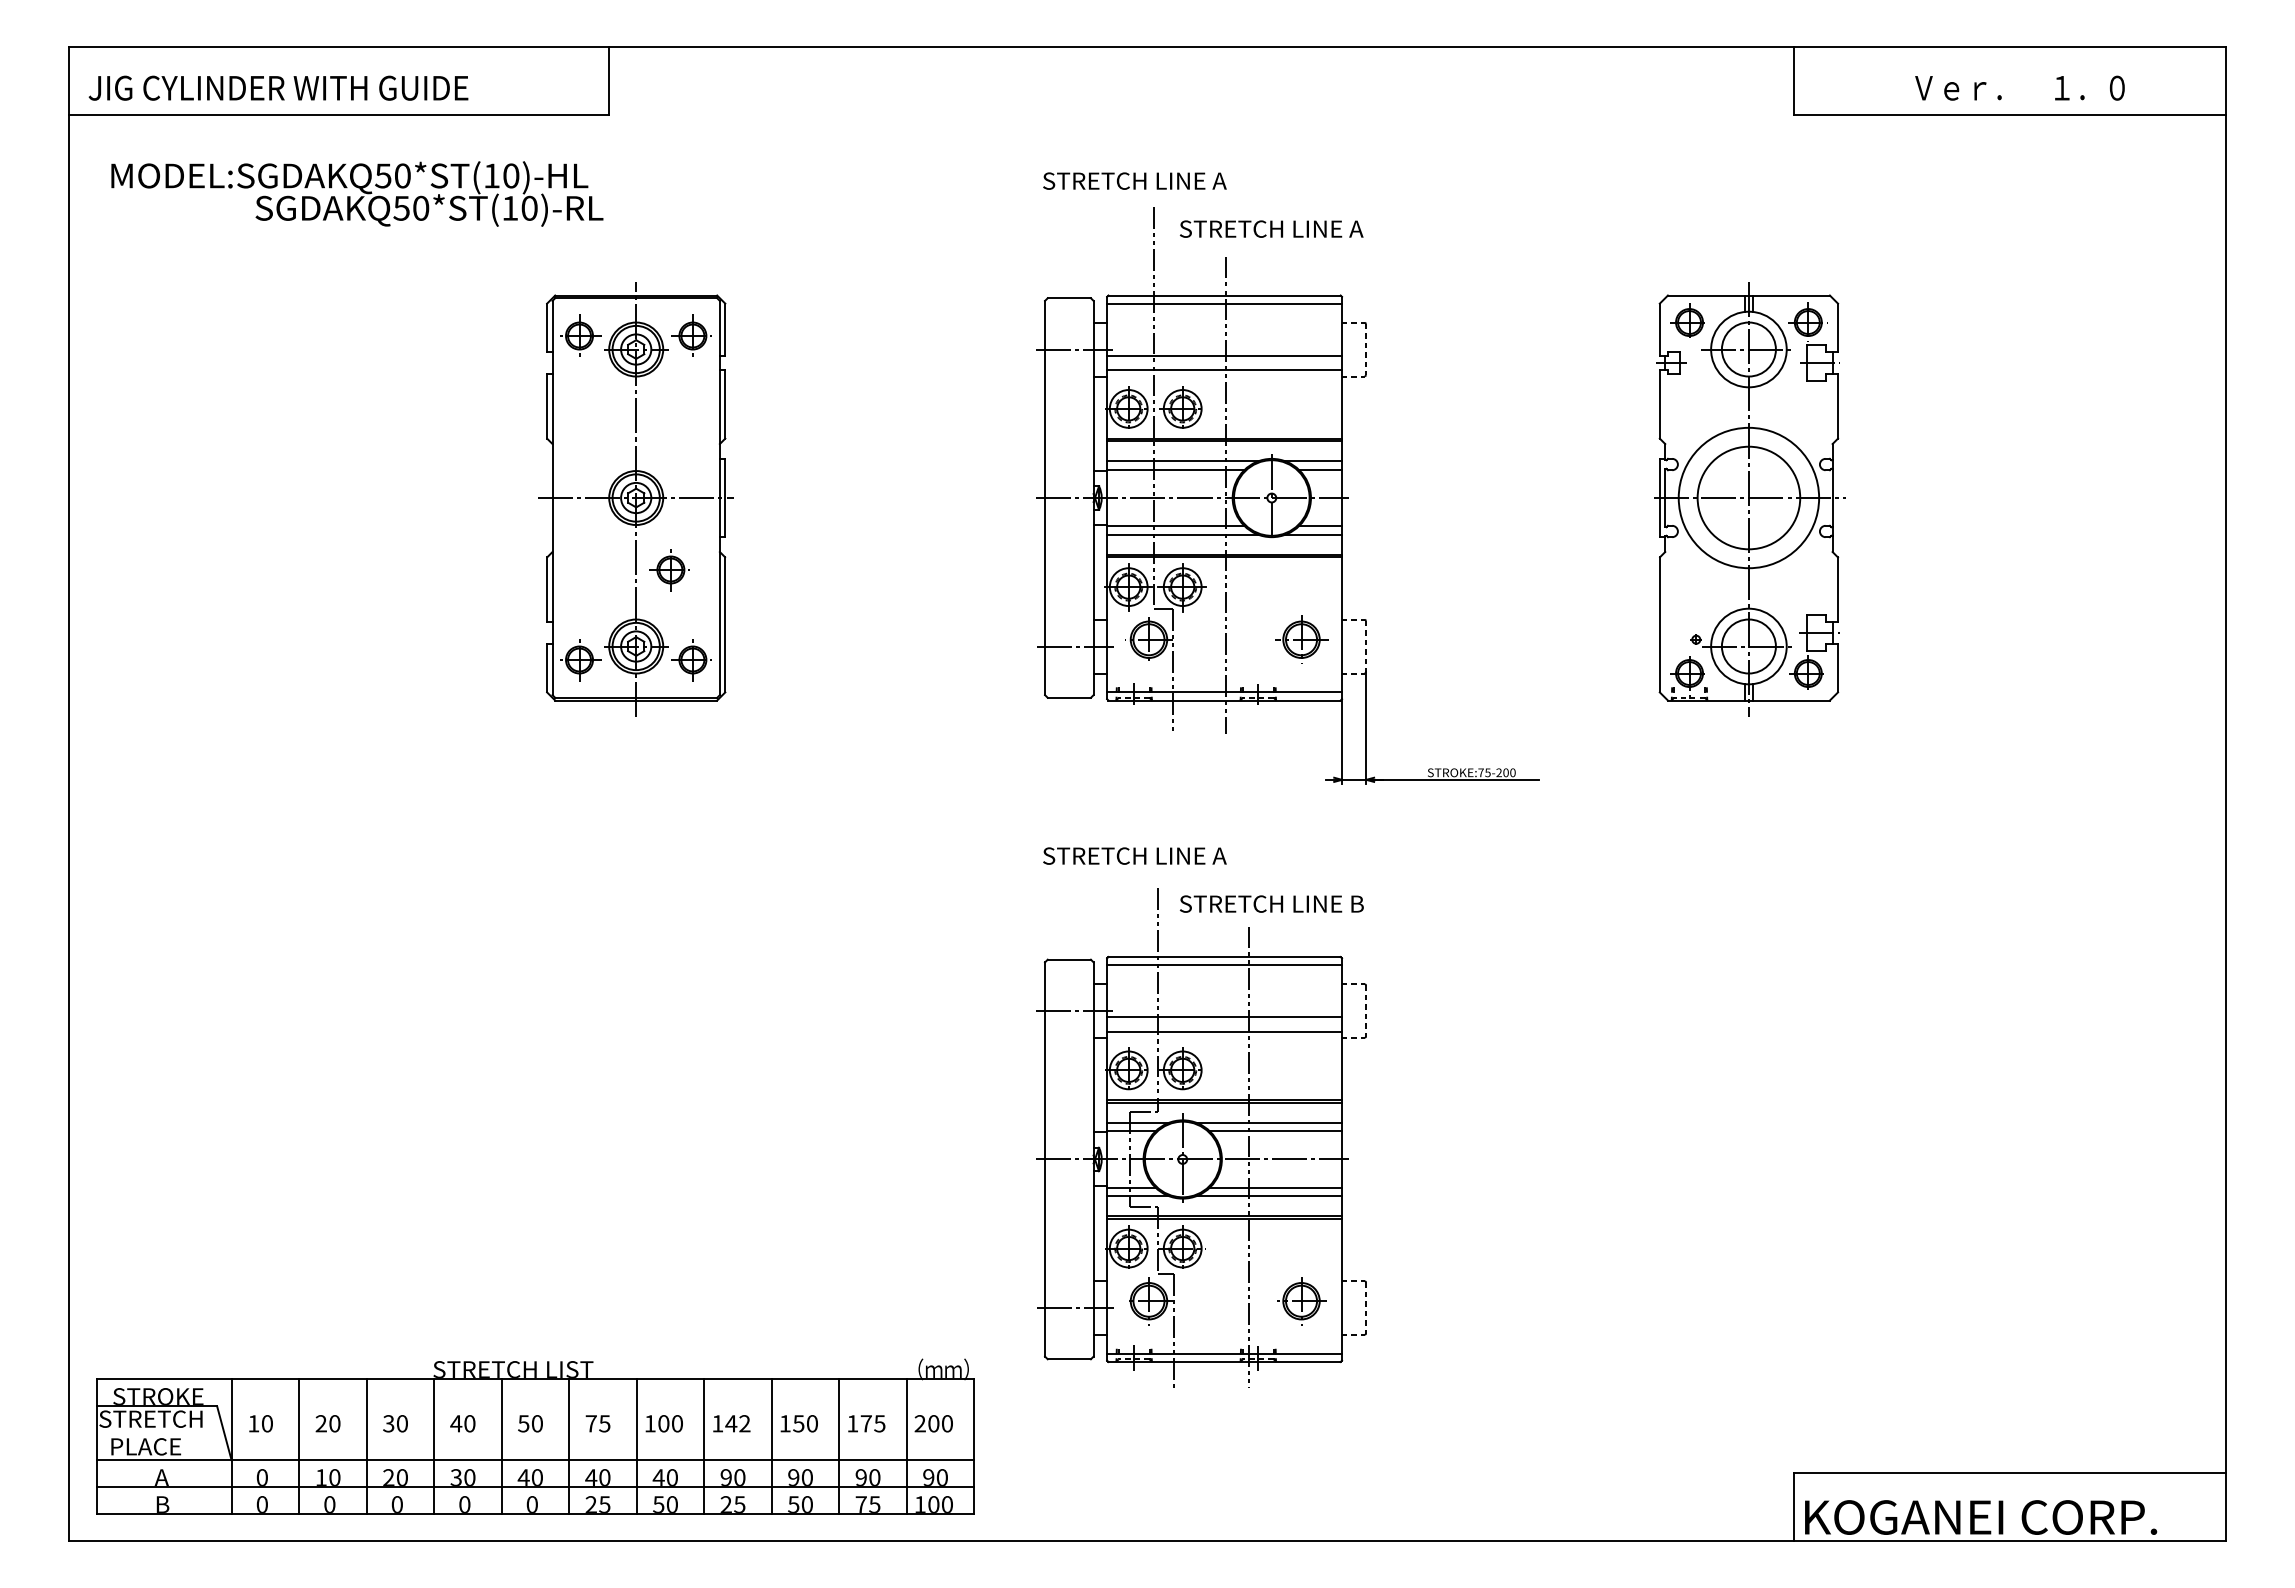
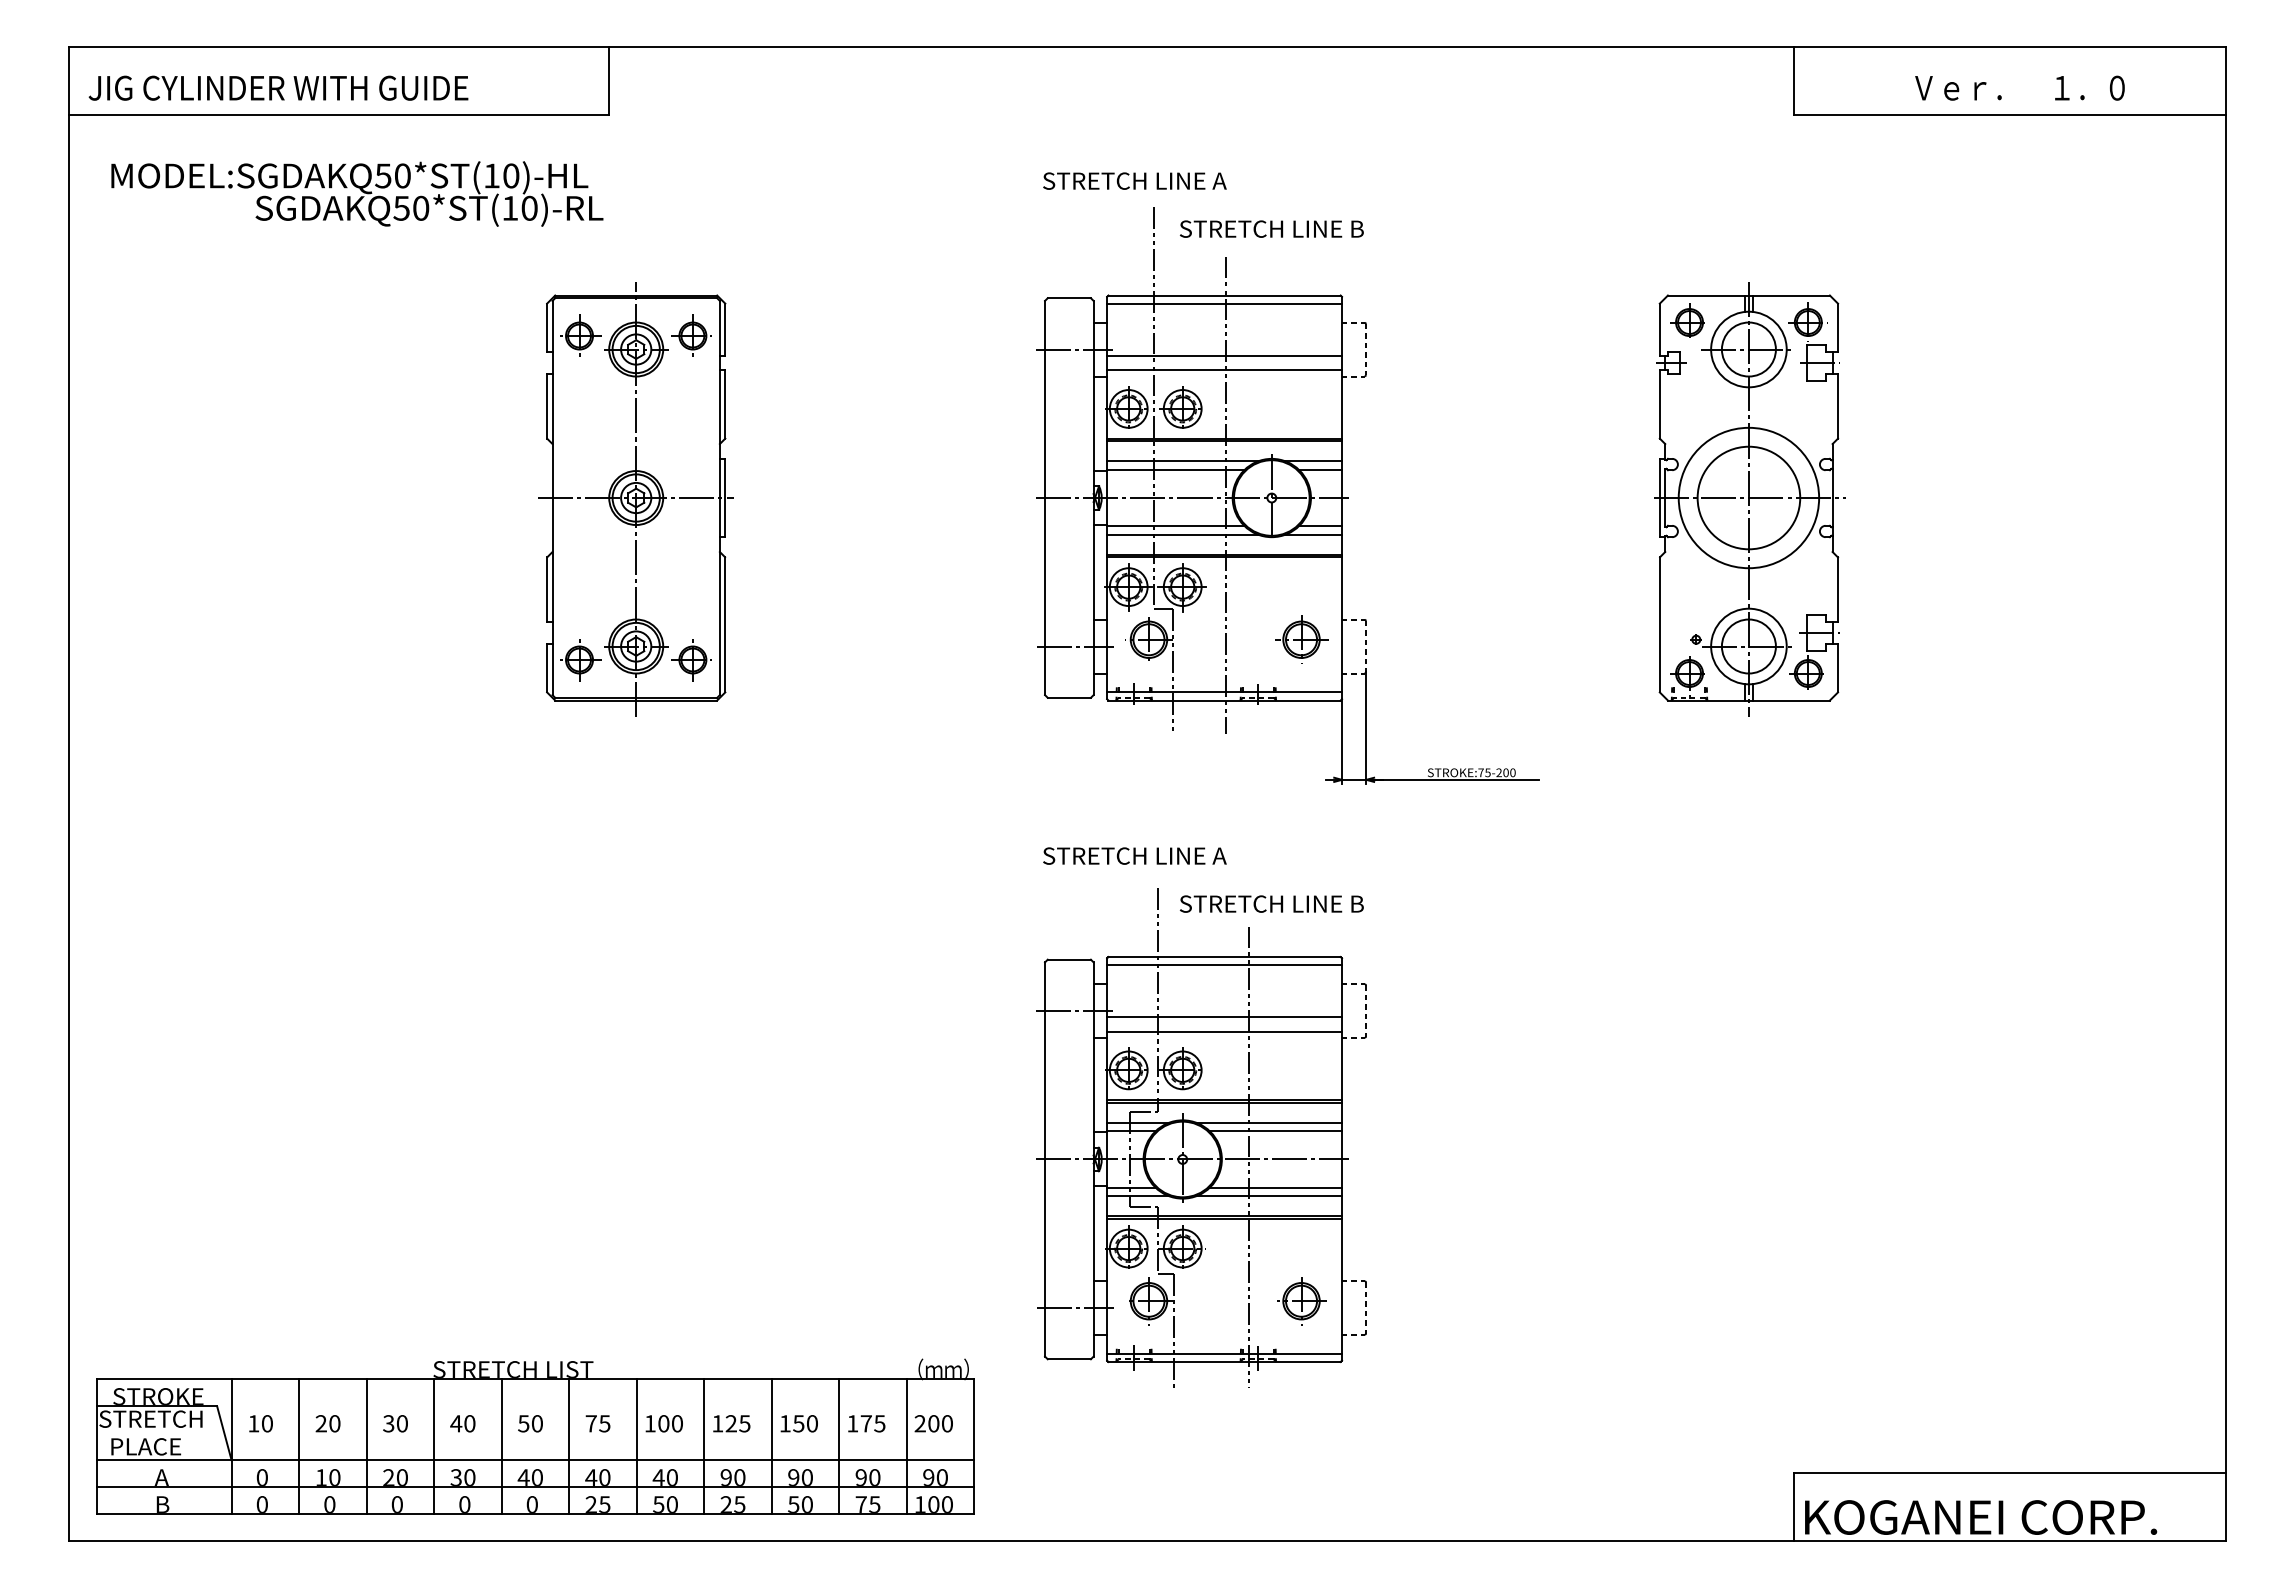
text at (1356, 228): STRETCH LINE A -> STRETCH LINE B
part at (669, 570): present -> none
text at (737, 1423): 142 -> 125
